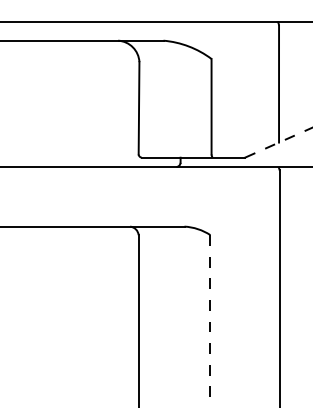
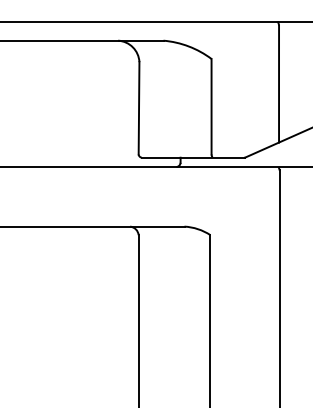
line at (278, 142): dashed -> solid
line at (210, 321): dashed -> solid
